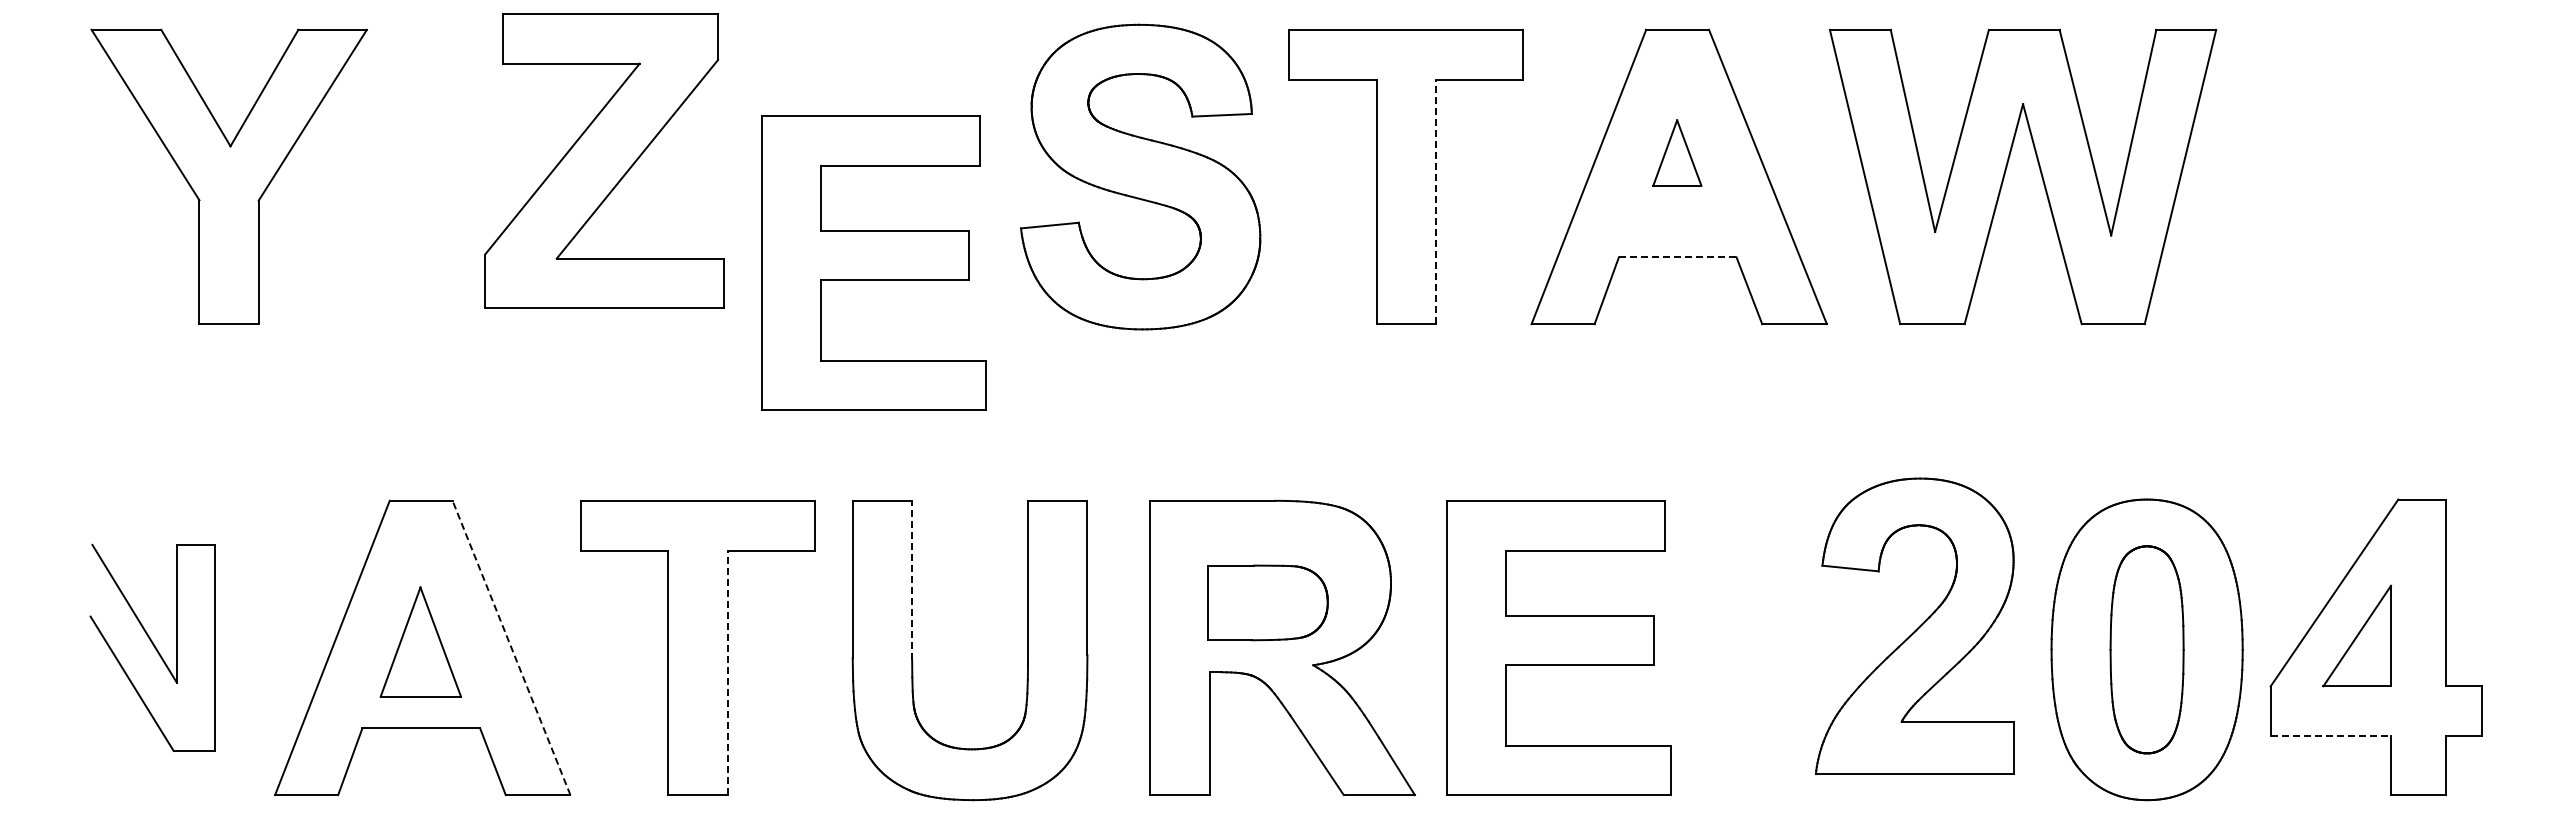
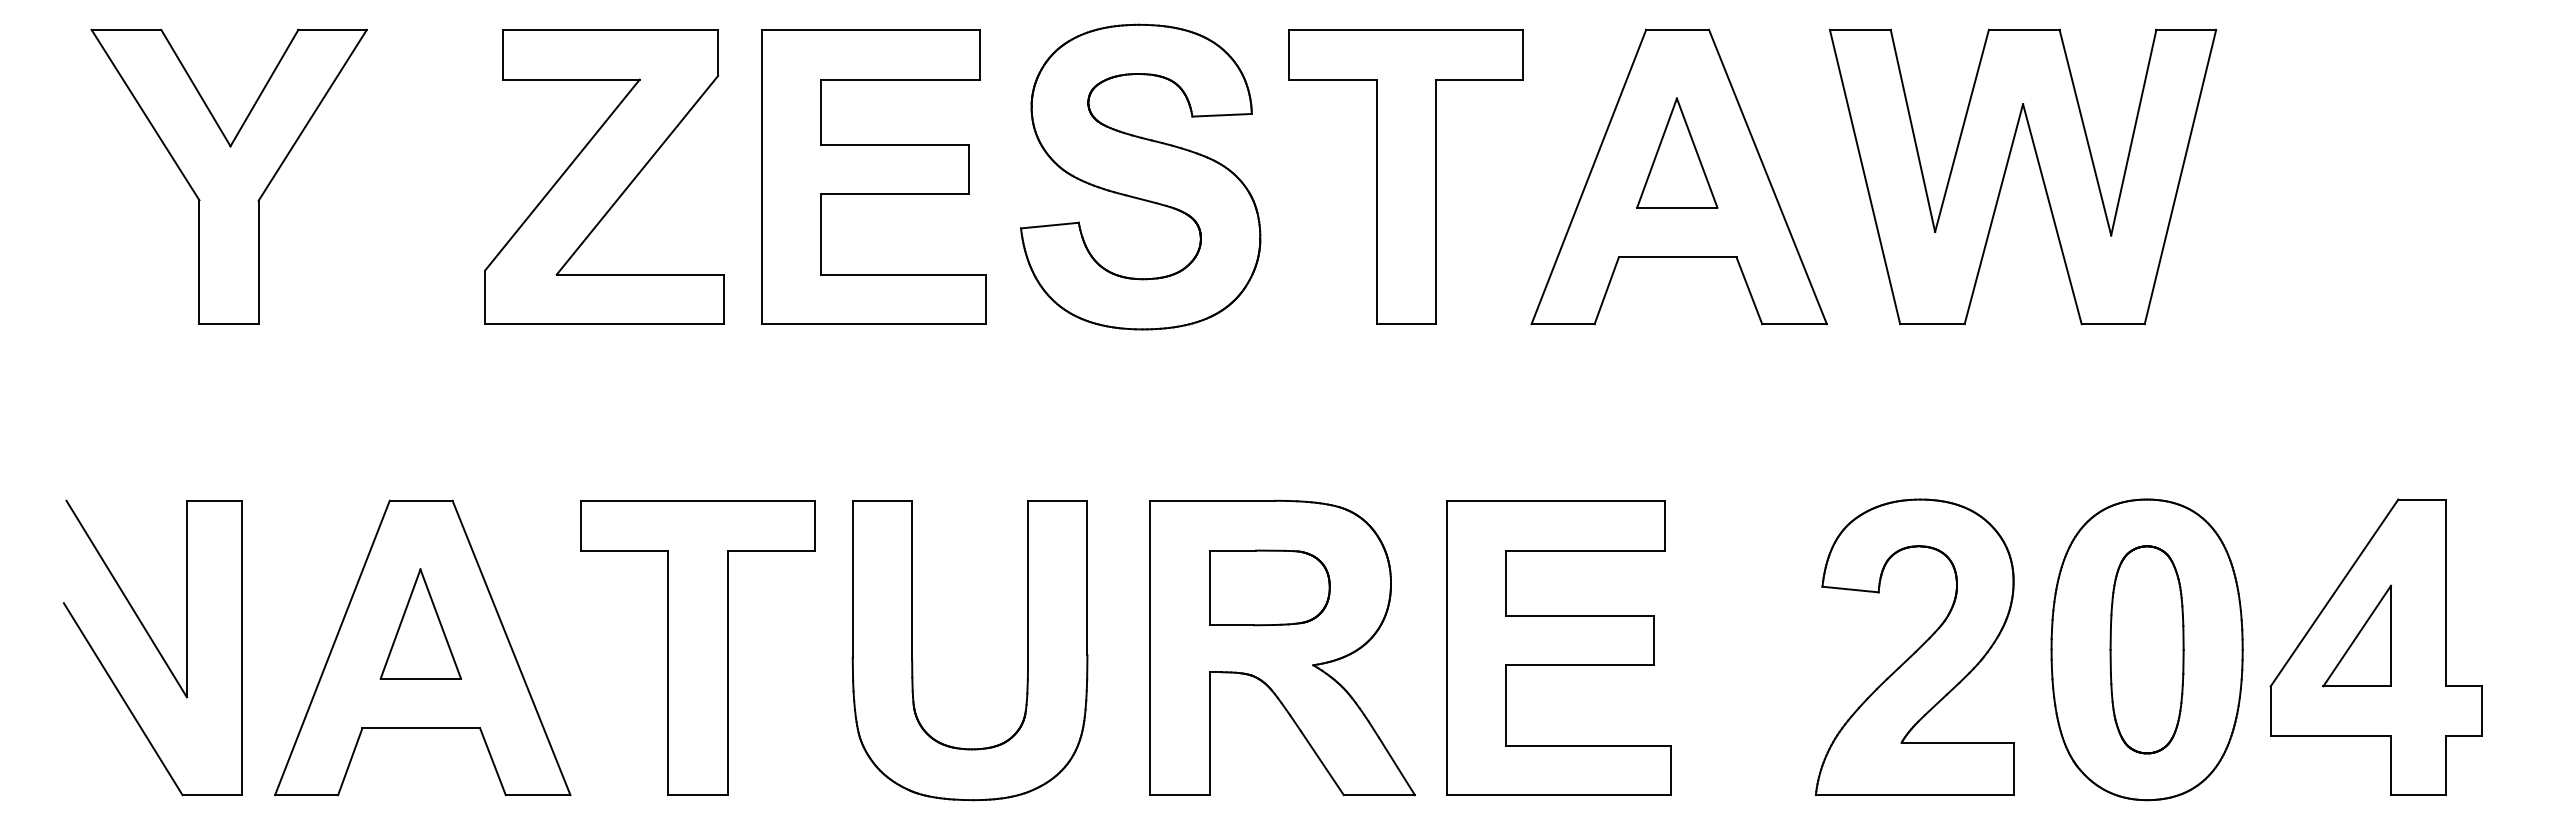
part at (1677, 152) size: 51x68 px -> 83x112 px
part at (604, 160) position: (604, 160) -> (604, 176)
line at (1435, 201): dashed -> solid
line at (1677, 257): dashed -> solid
part at (873, 262) position: (873, 262) -> (873, 176)
line at (912, 580): dashed -> solid
part at (1267, 602) position: (1267, 602) -> (1269, 587)
part at (1914, 625) position: (1914, 625) -> (1914, 646)
part at (420, 641) position: (420, 641) -> (420, 623)
part at (152, 647) size: 127x209 px -> 180x298 px
line at (511, 647): dashed -> solid
line at (727, 672): dashed -> solid
line at (2331, 735): dashed -> solid
